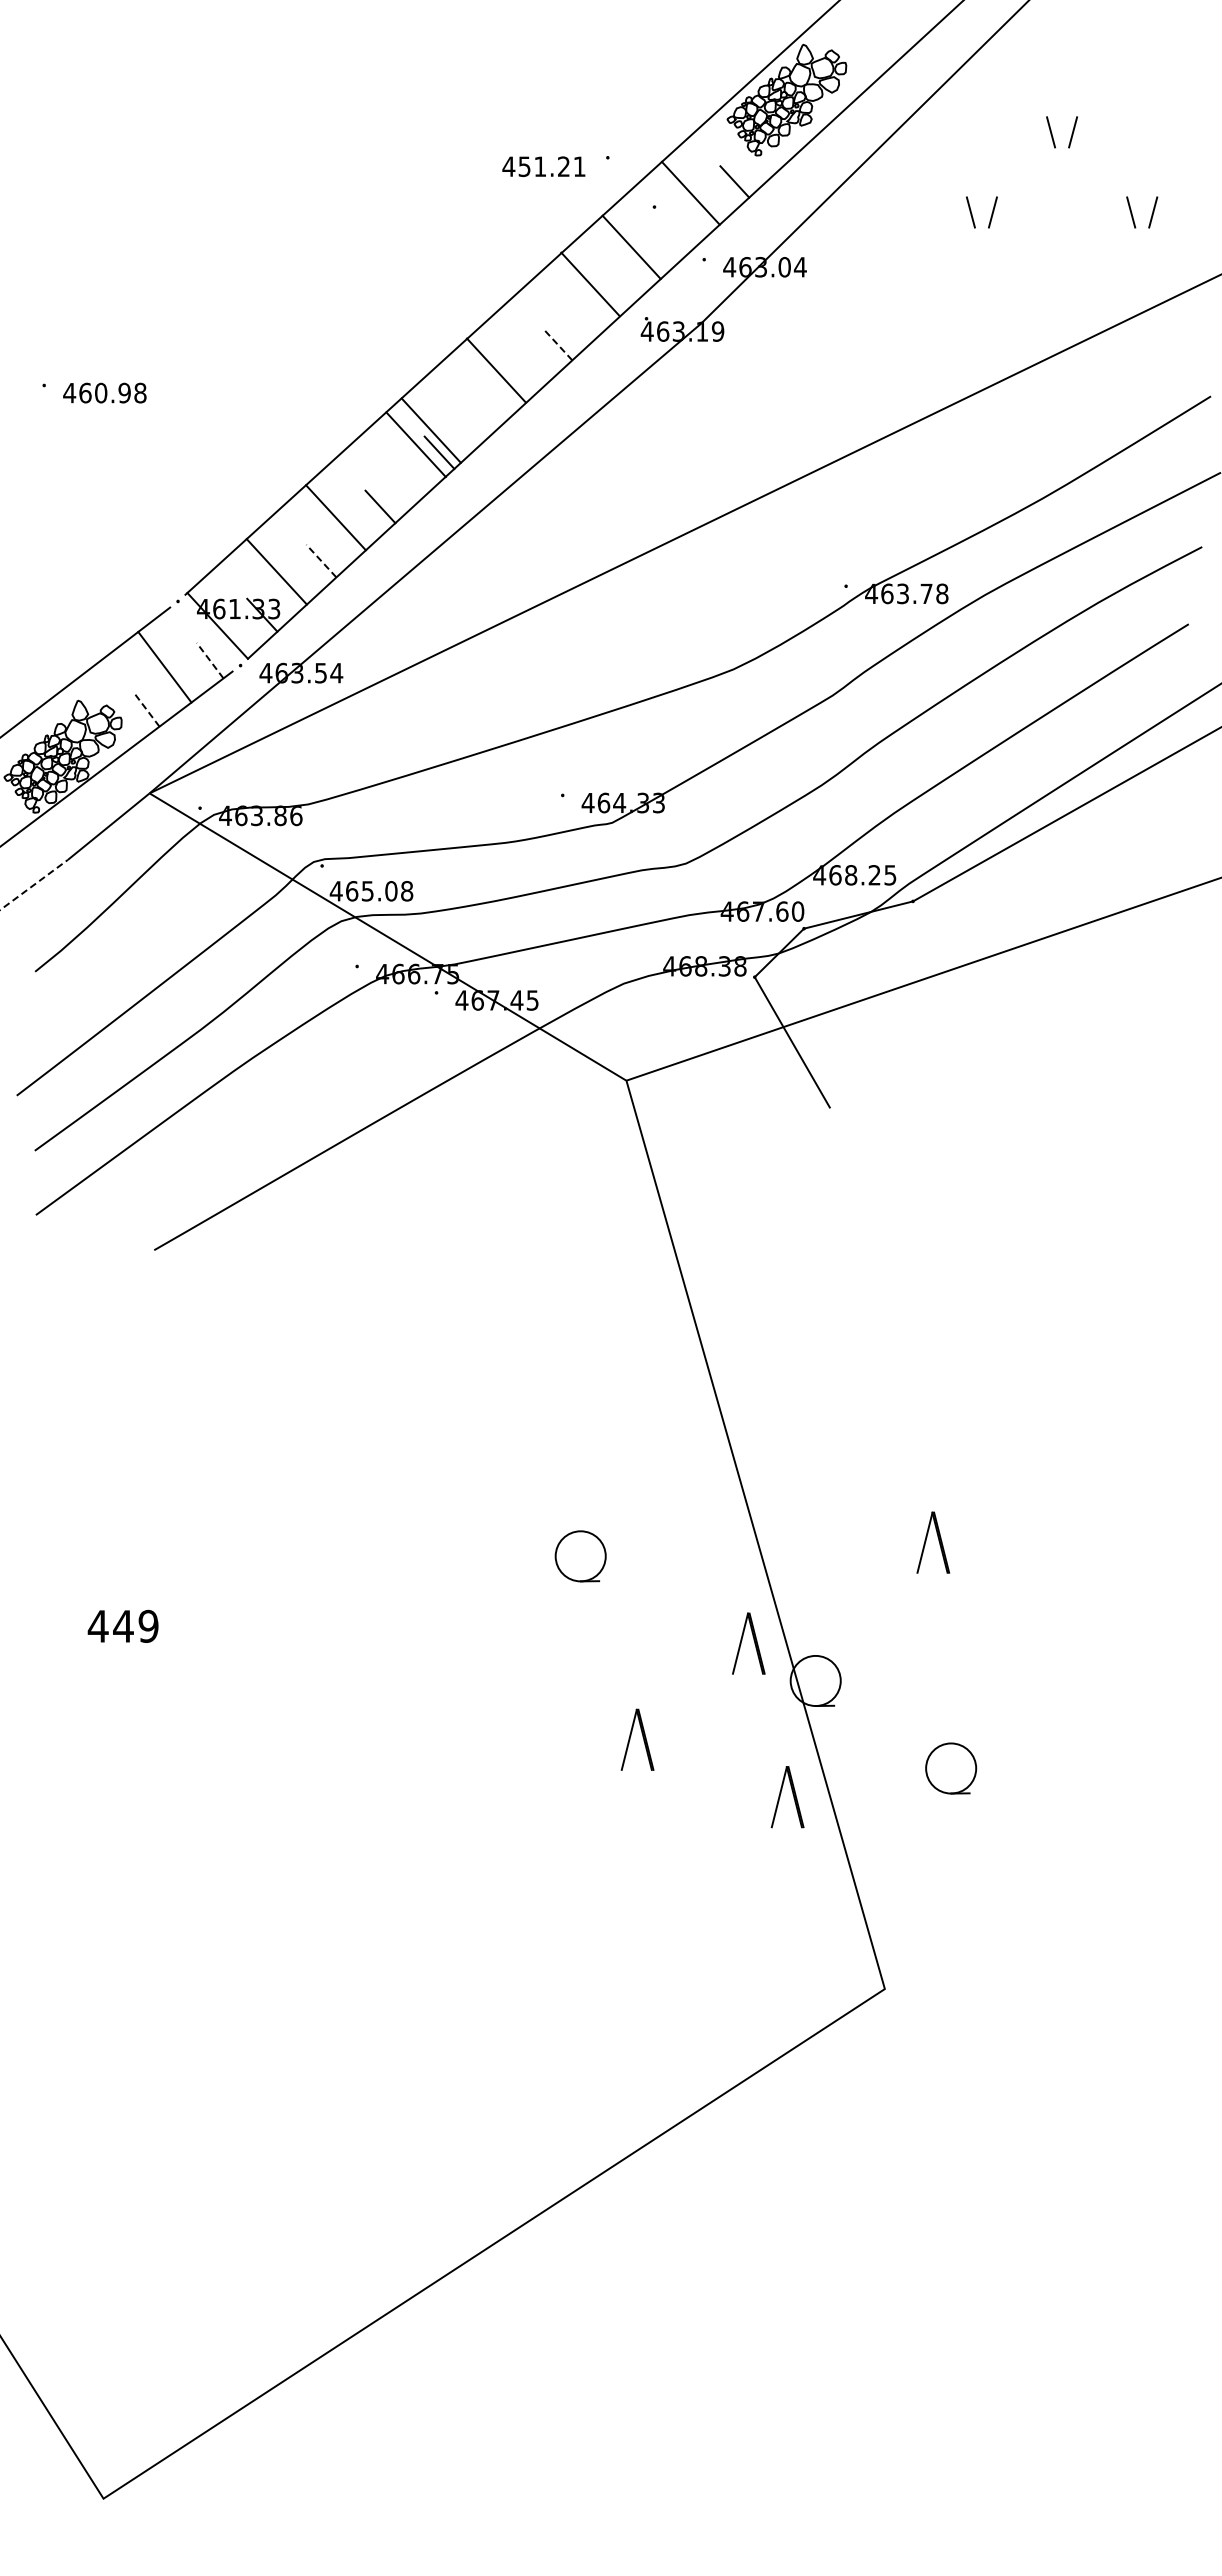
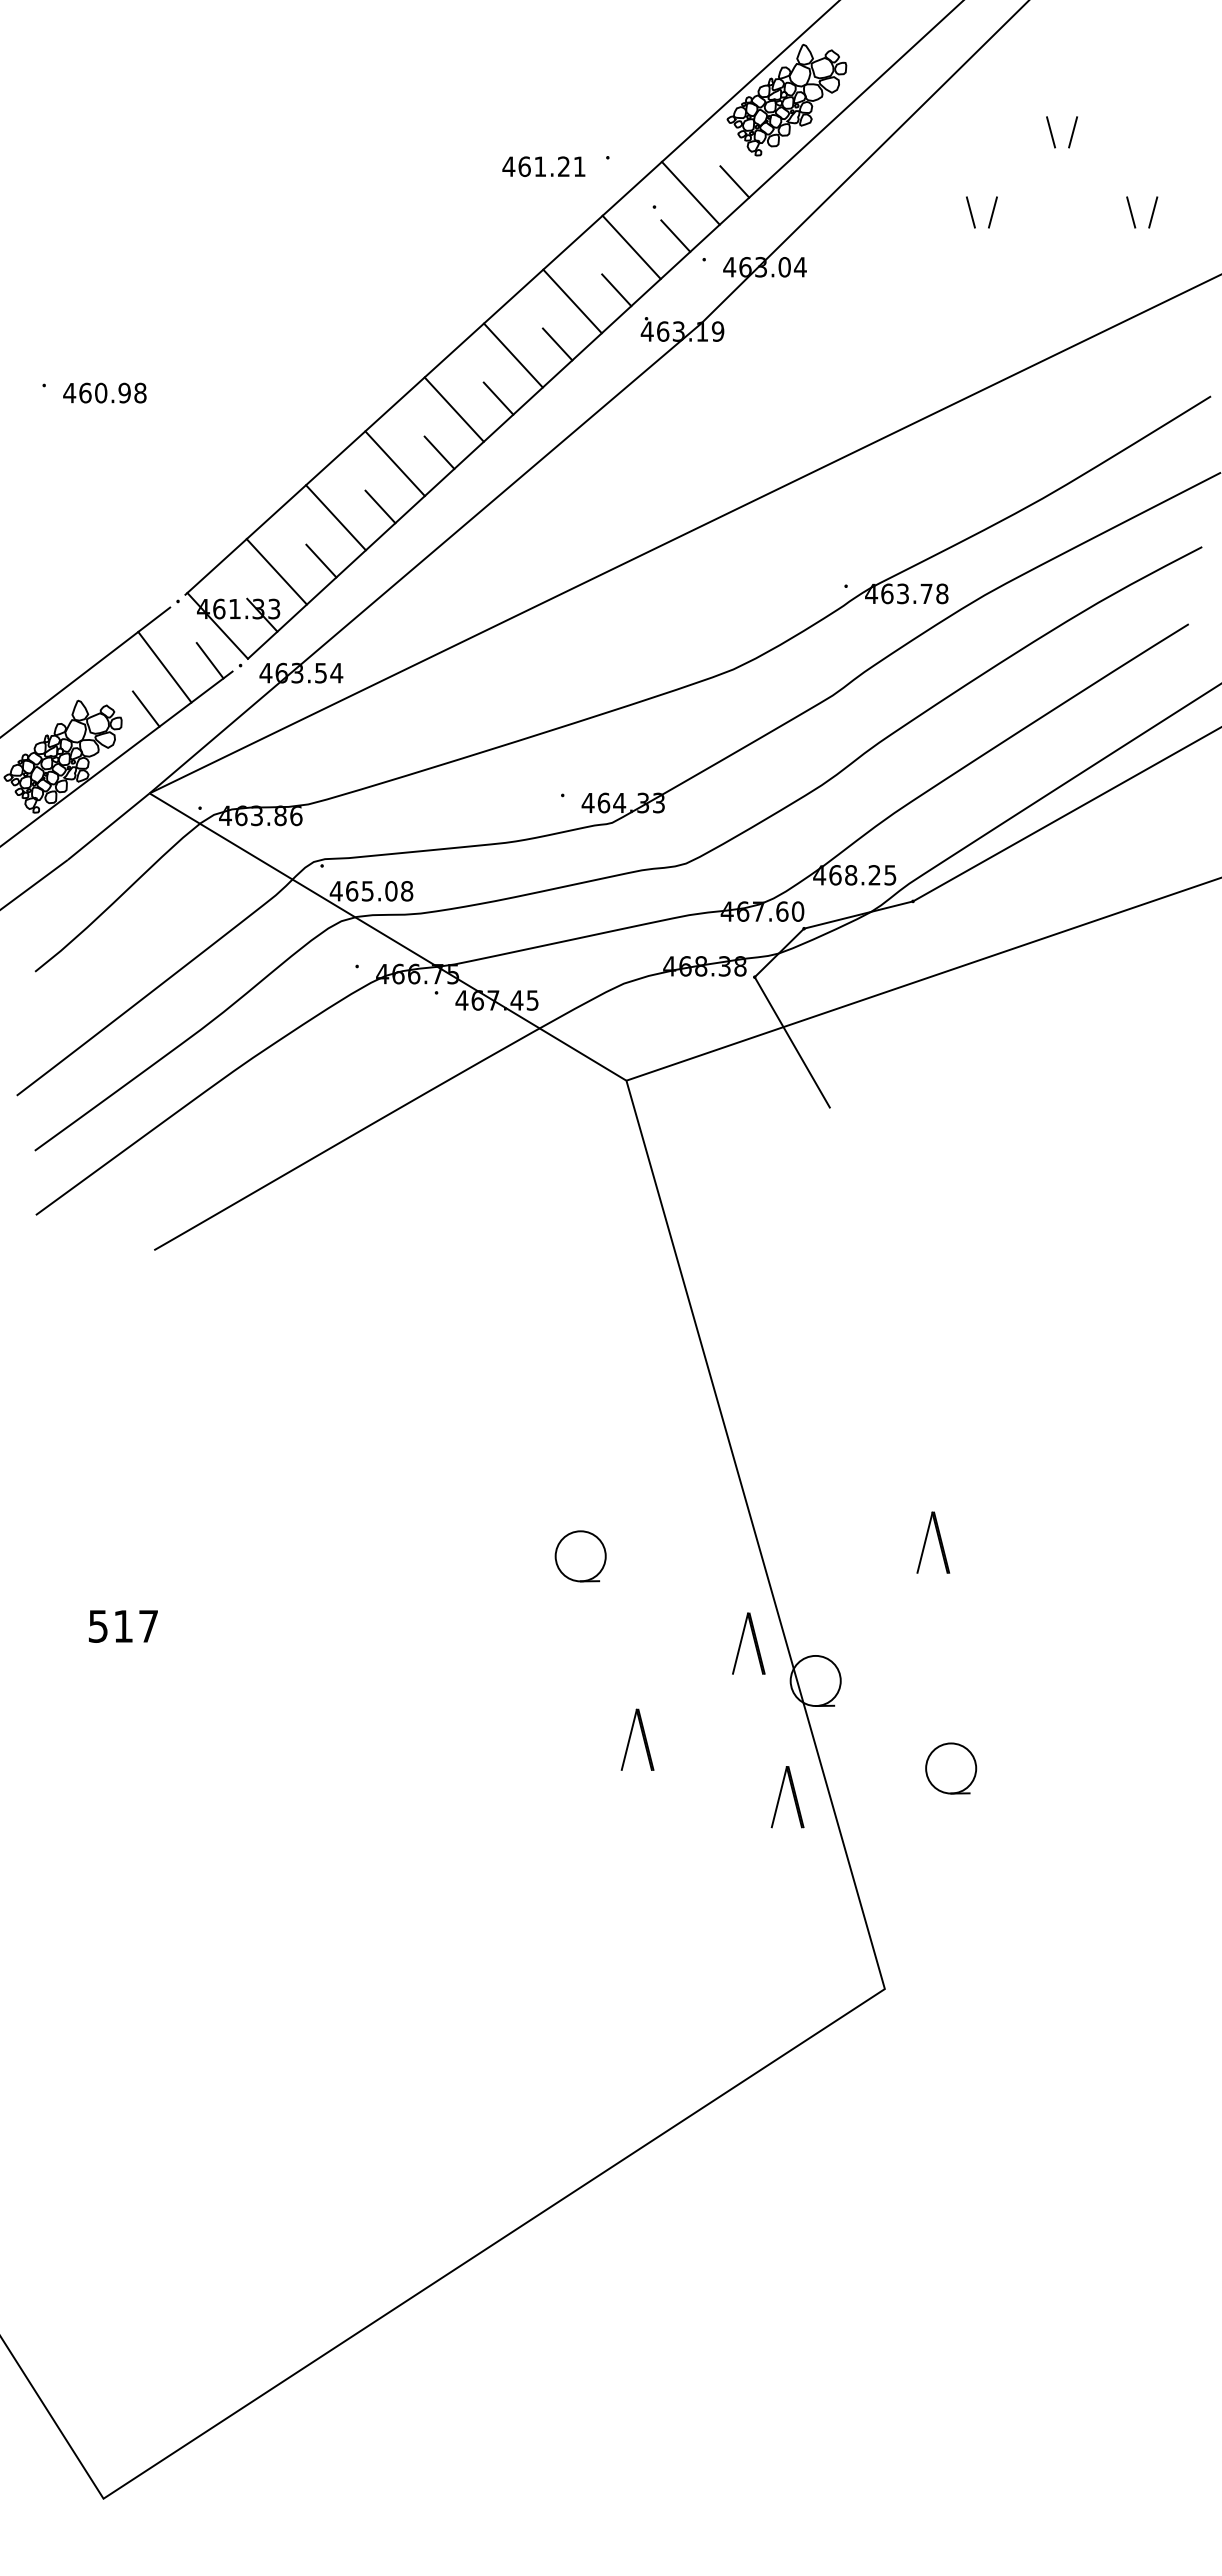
text at (524, 166): 451.21 -> 461.21
line at (675, 235): none -> present
line at (590, 284) position: (590, 284) -> (572, 301)
line at (616, 290): none -> present
line at (557, 344): dashed -> solid
line at (496, 370) position: (496, 370) -> (513, 355)
line at (498, 398): none -> present
line at (430, 430) position: (430, 430) -> (453, 409)
line at (415, 444) position: (415, 444) -> (394, 463)
line at (321, 560): dashed -> solid
line at (209, 660): dashed -> solid
line at (145, 708): dashed -> solid
line at (34, 884): dashed -> solid
text at (122, 1625): 449 -> 517
